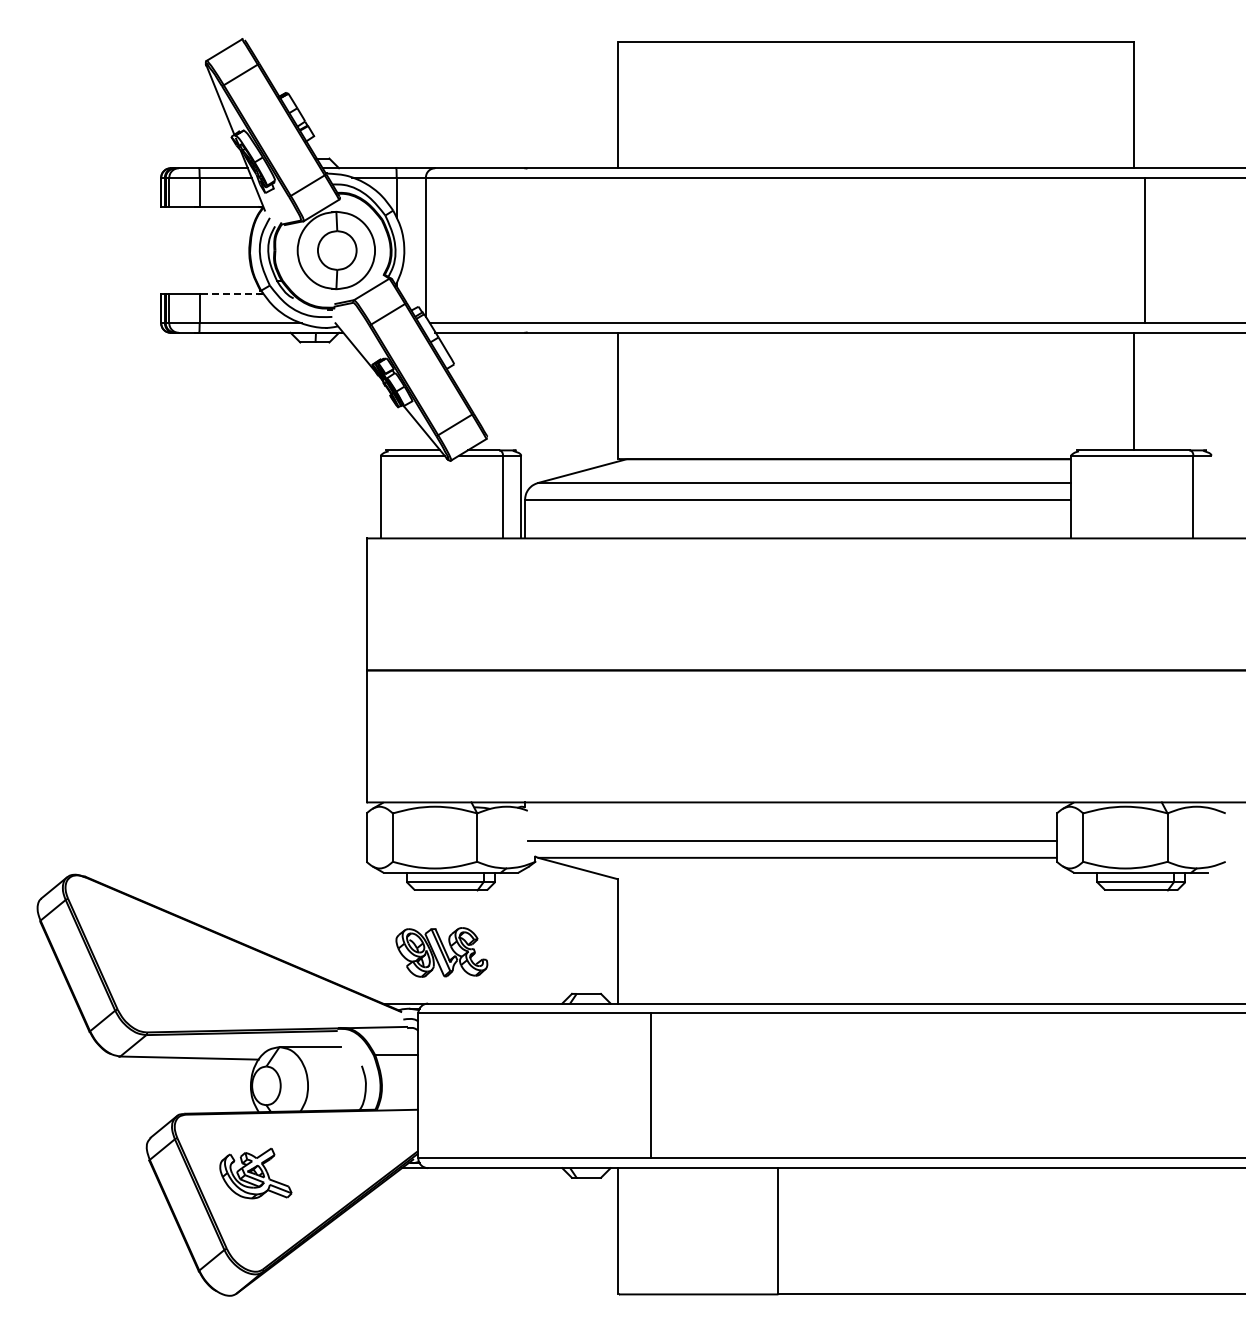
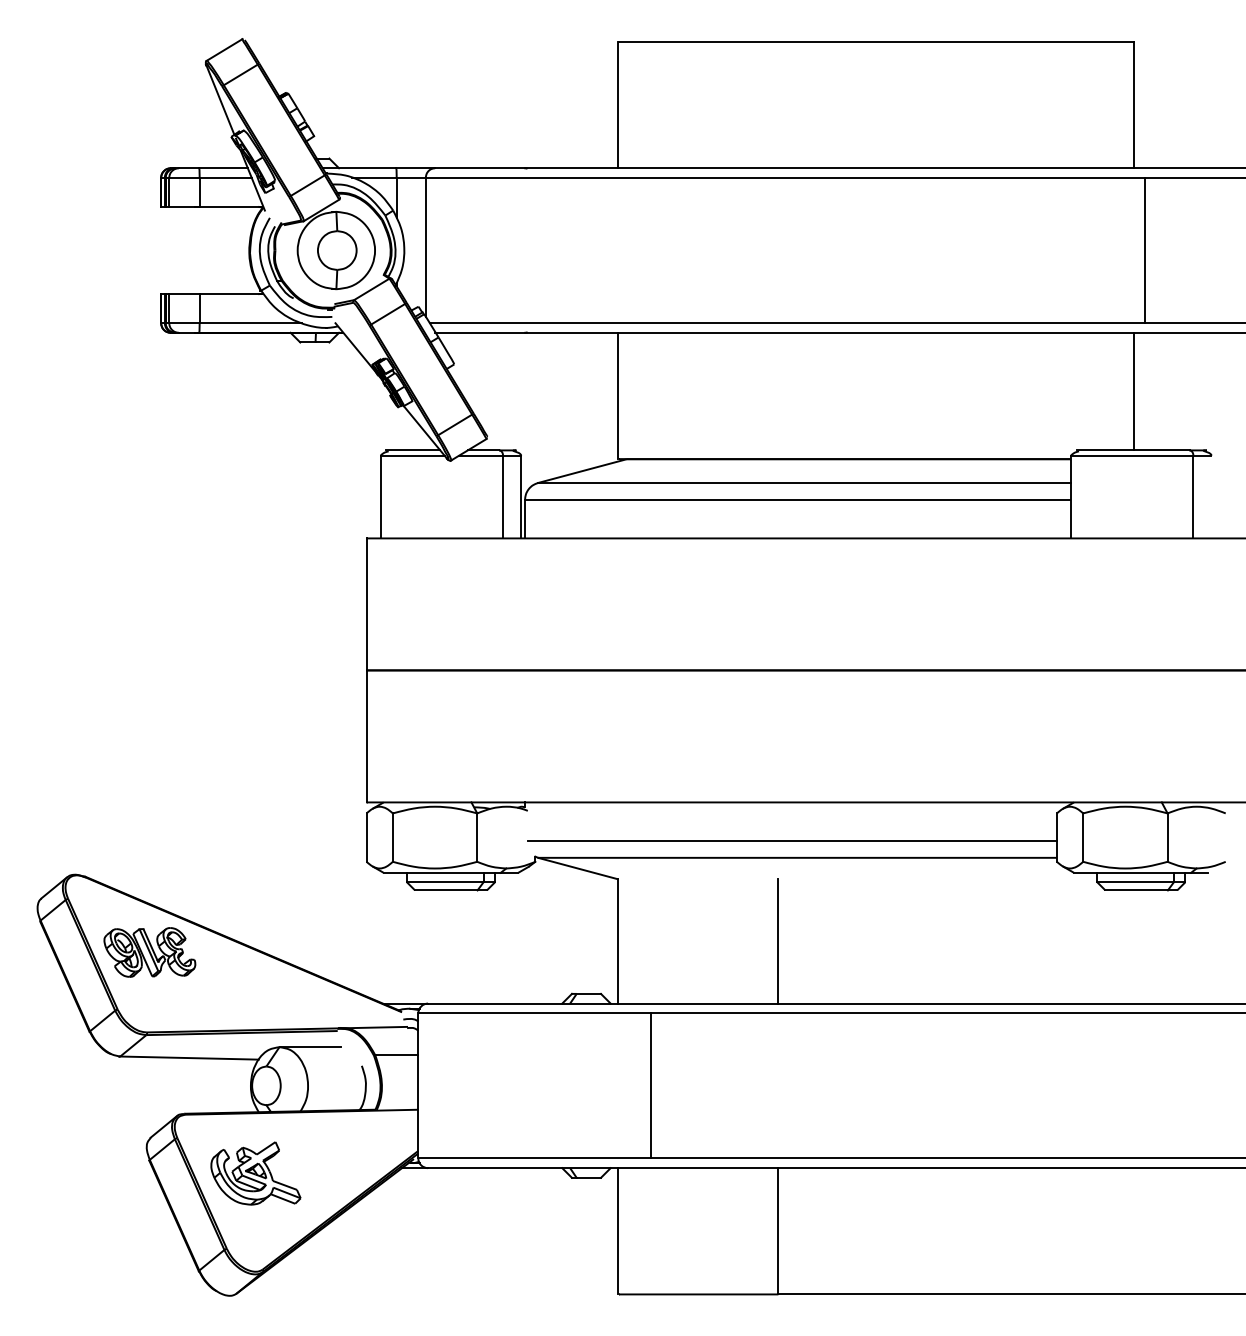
line at (231, 294): dashed -> solid
line at (778, 941): none -> present
part at (441, 952) position: (441, 952) -> (149, 952)
part at (255, 1173) size: 74x53 px -> 92x65 px
